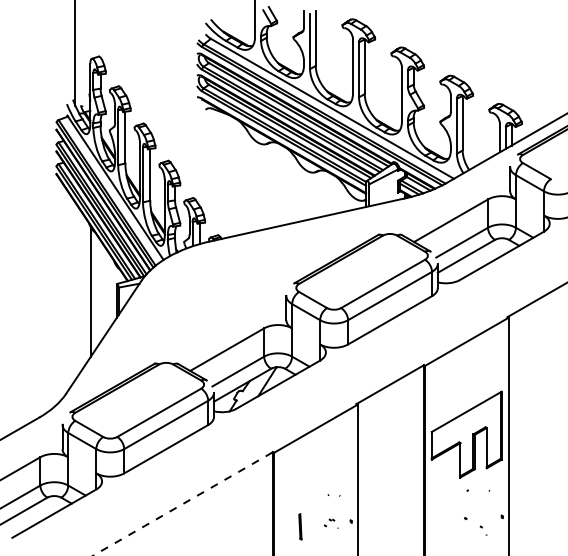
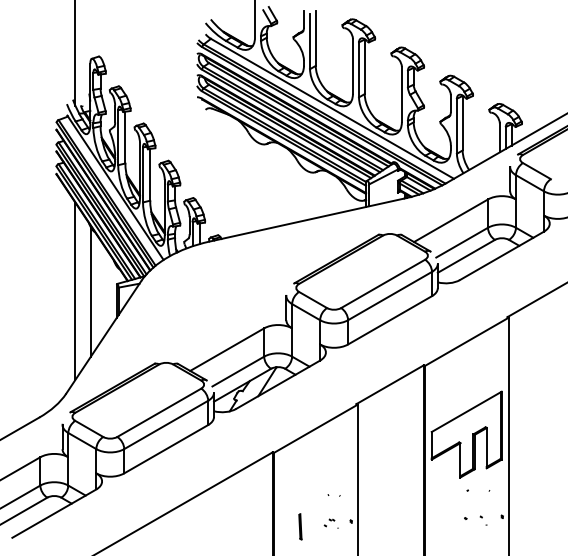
line at (75, 291): none -> present
line at (182, 504): dashed -> solid
part at (483, 530) position: (483, 530) -> (483, 520)
